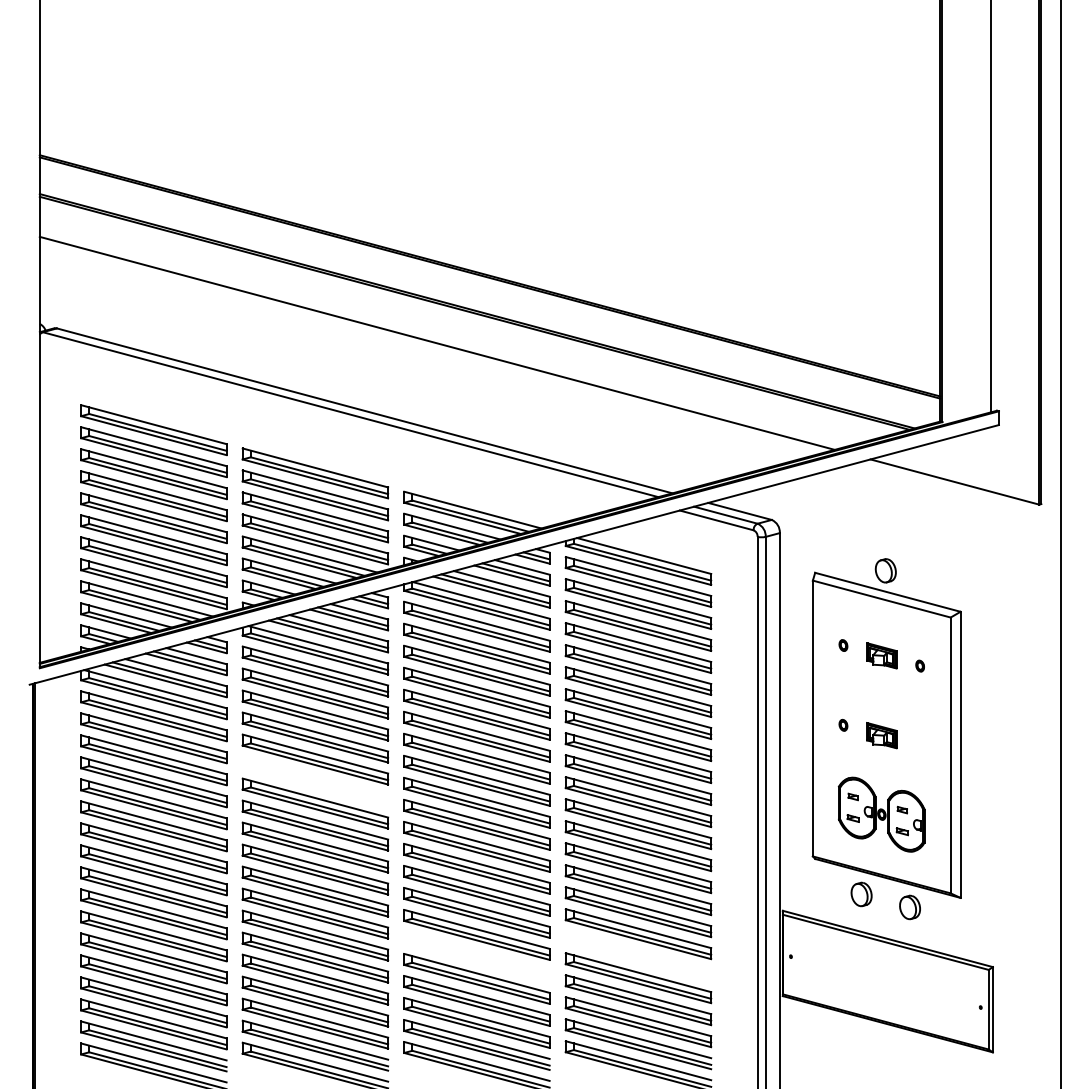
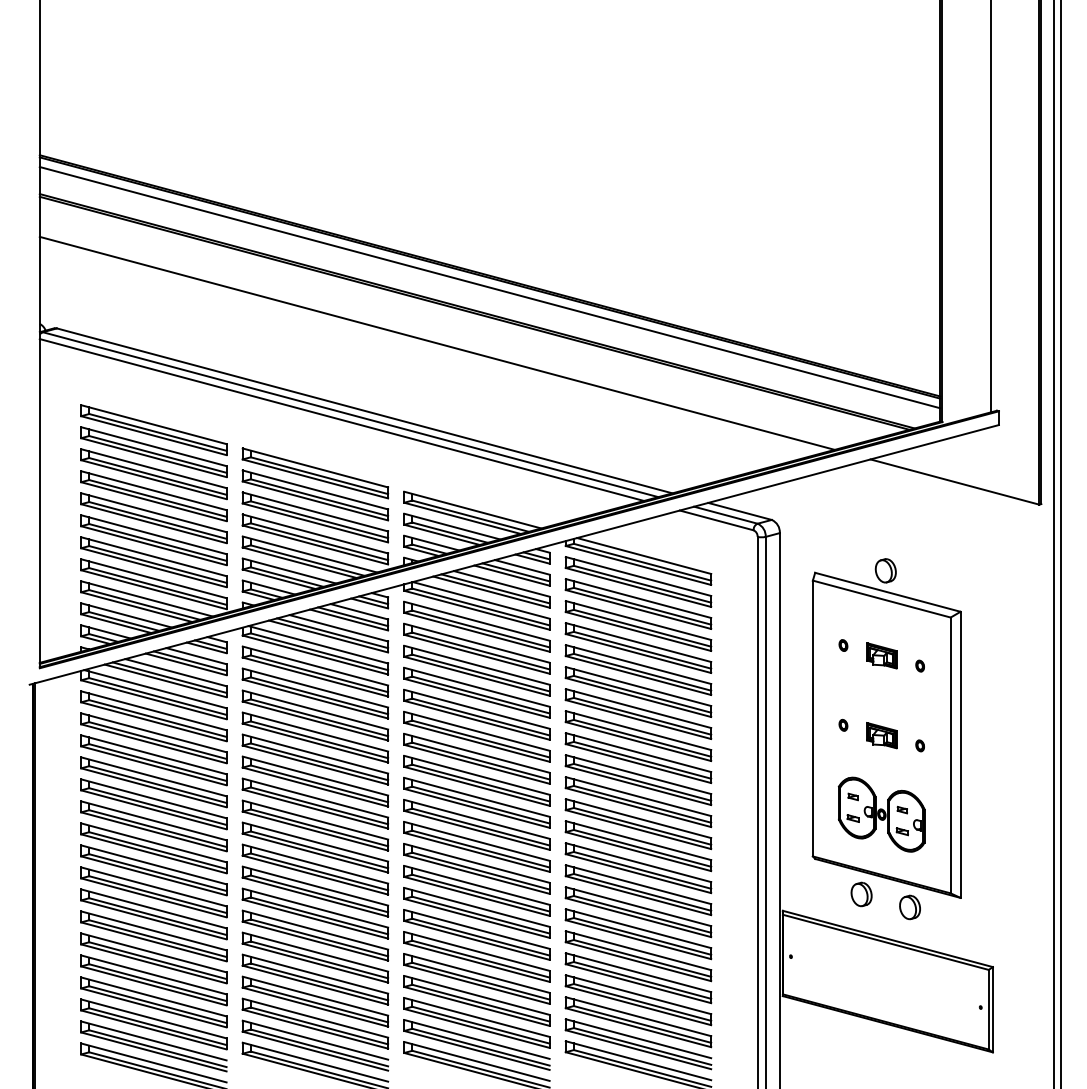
line at (489, 287): none -> present
line at (341, 419): none -> present
line at (1054, 543): none -> present
part at (919, 745): none -> present
part at (315, 781): none -> present
part at (476, 956): none -> present
part at (638, 956): none -> present
